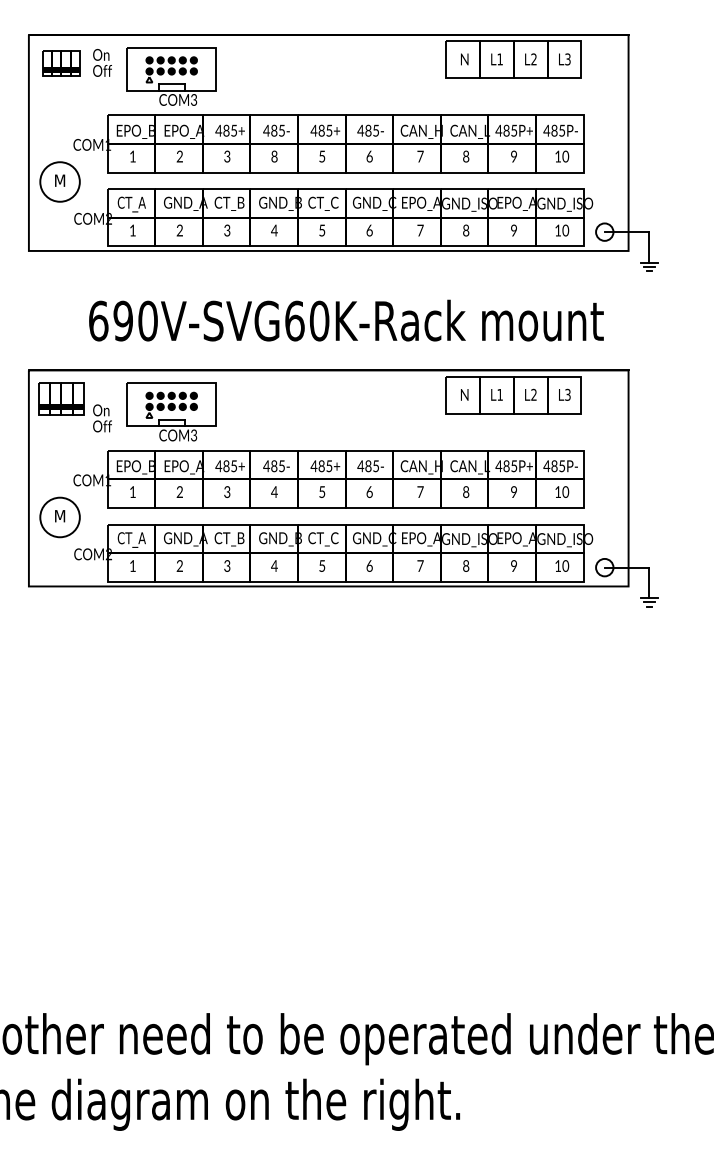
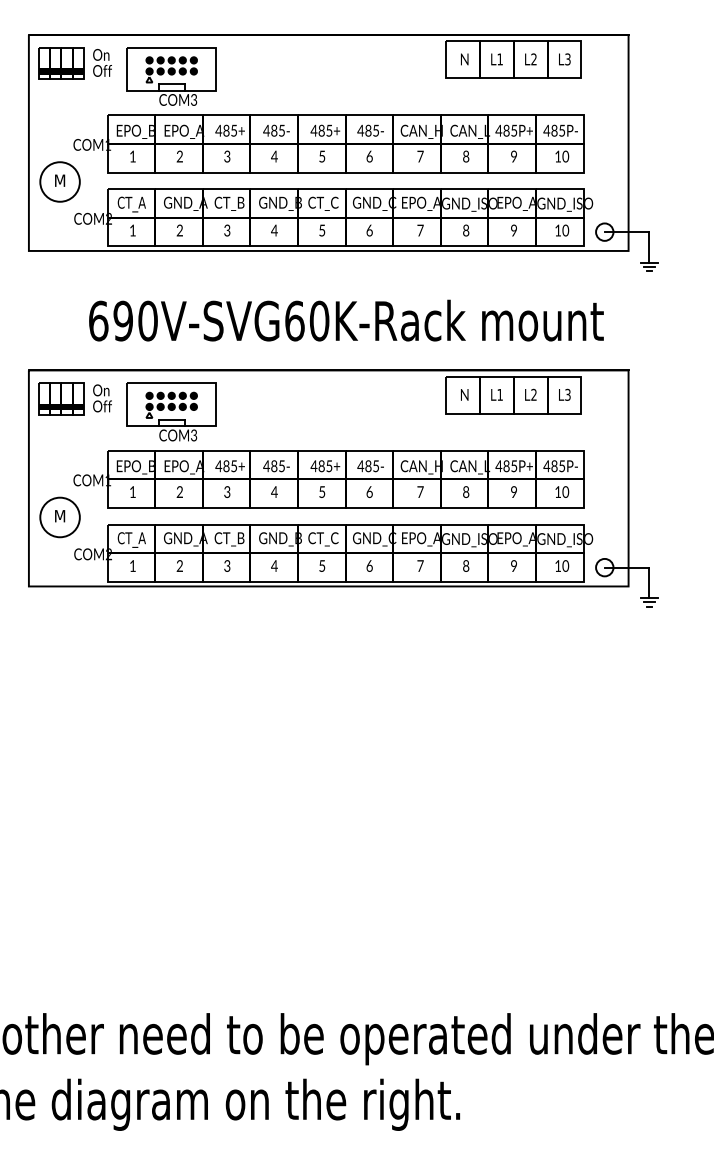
part at (61, 63) size: 39x27 px -> 47x33 px
text at (274, 156): 8 -> 4
text at (102, 418) position: (102, 418) -> (102, 398)
